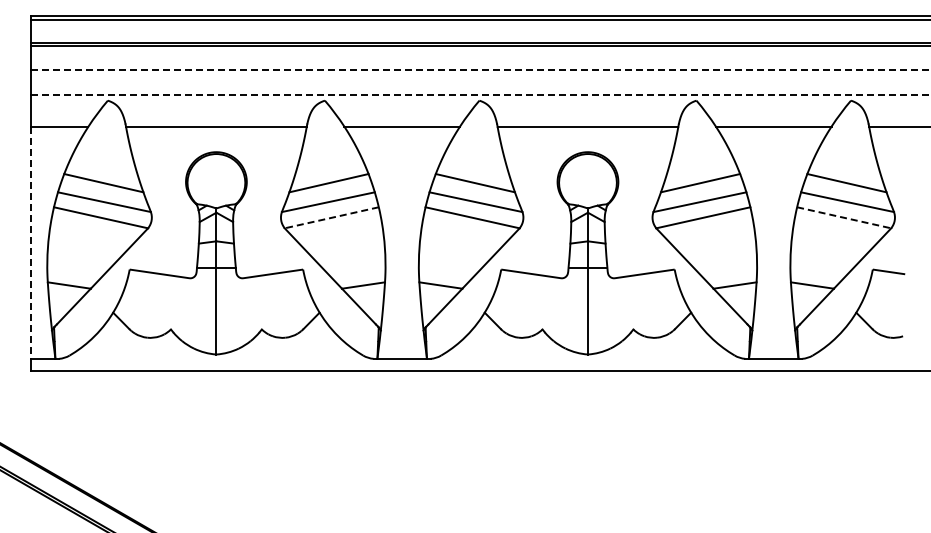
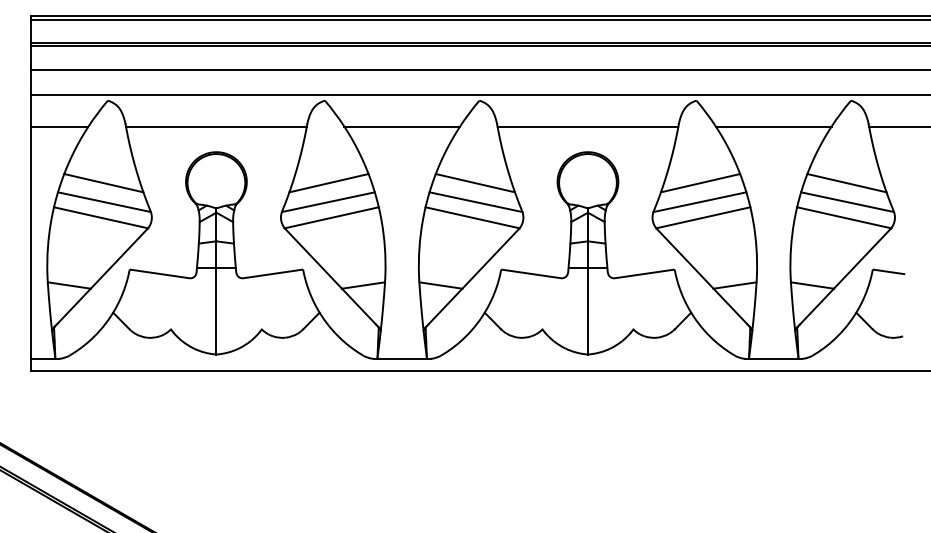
line at (480, 69): dashed -> solid
line at (480, 94): dashed -> solid
line at (331, 217): dashed -> solid
line at (844, 217): dashed -> solid
line at (30, 243): dashed -> solid
